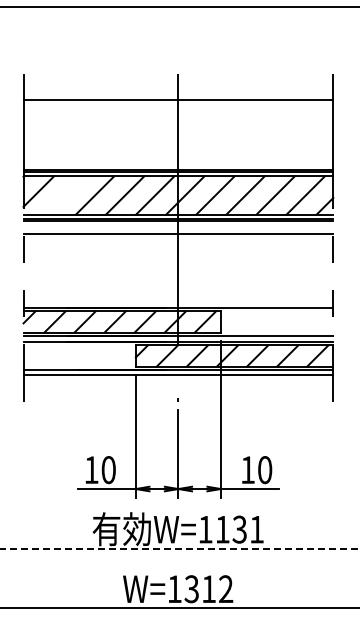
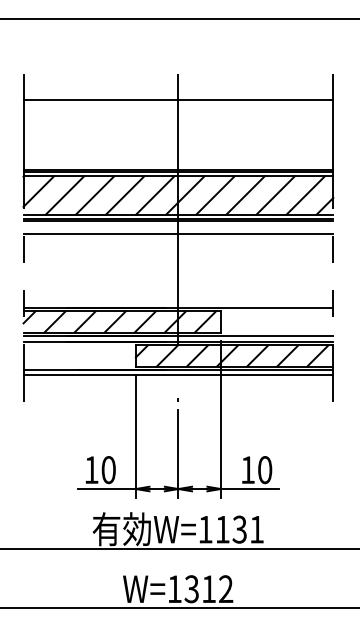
line at (179, 6) position: (179, 6) -> (179, 18)
line at (64, 195): none -> present
line at (180, 548): dashed -> solid
